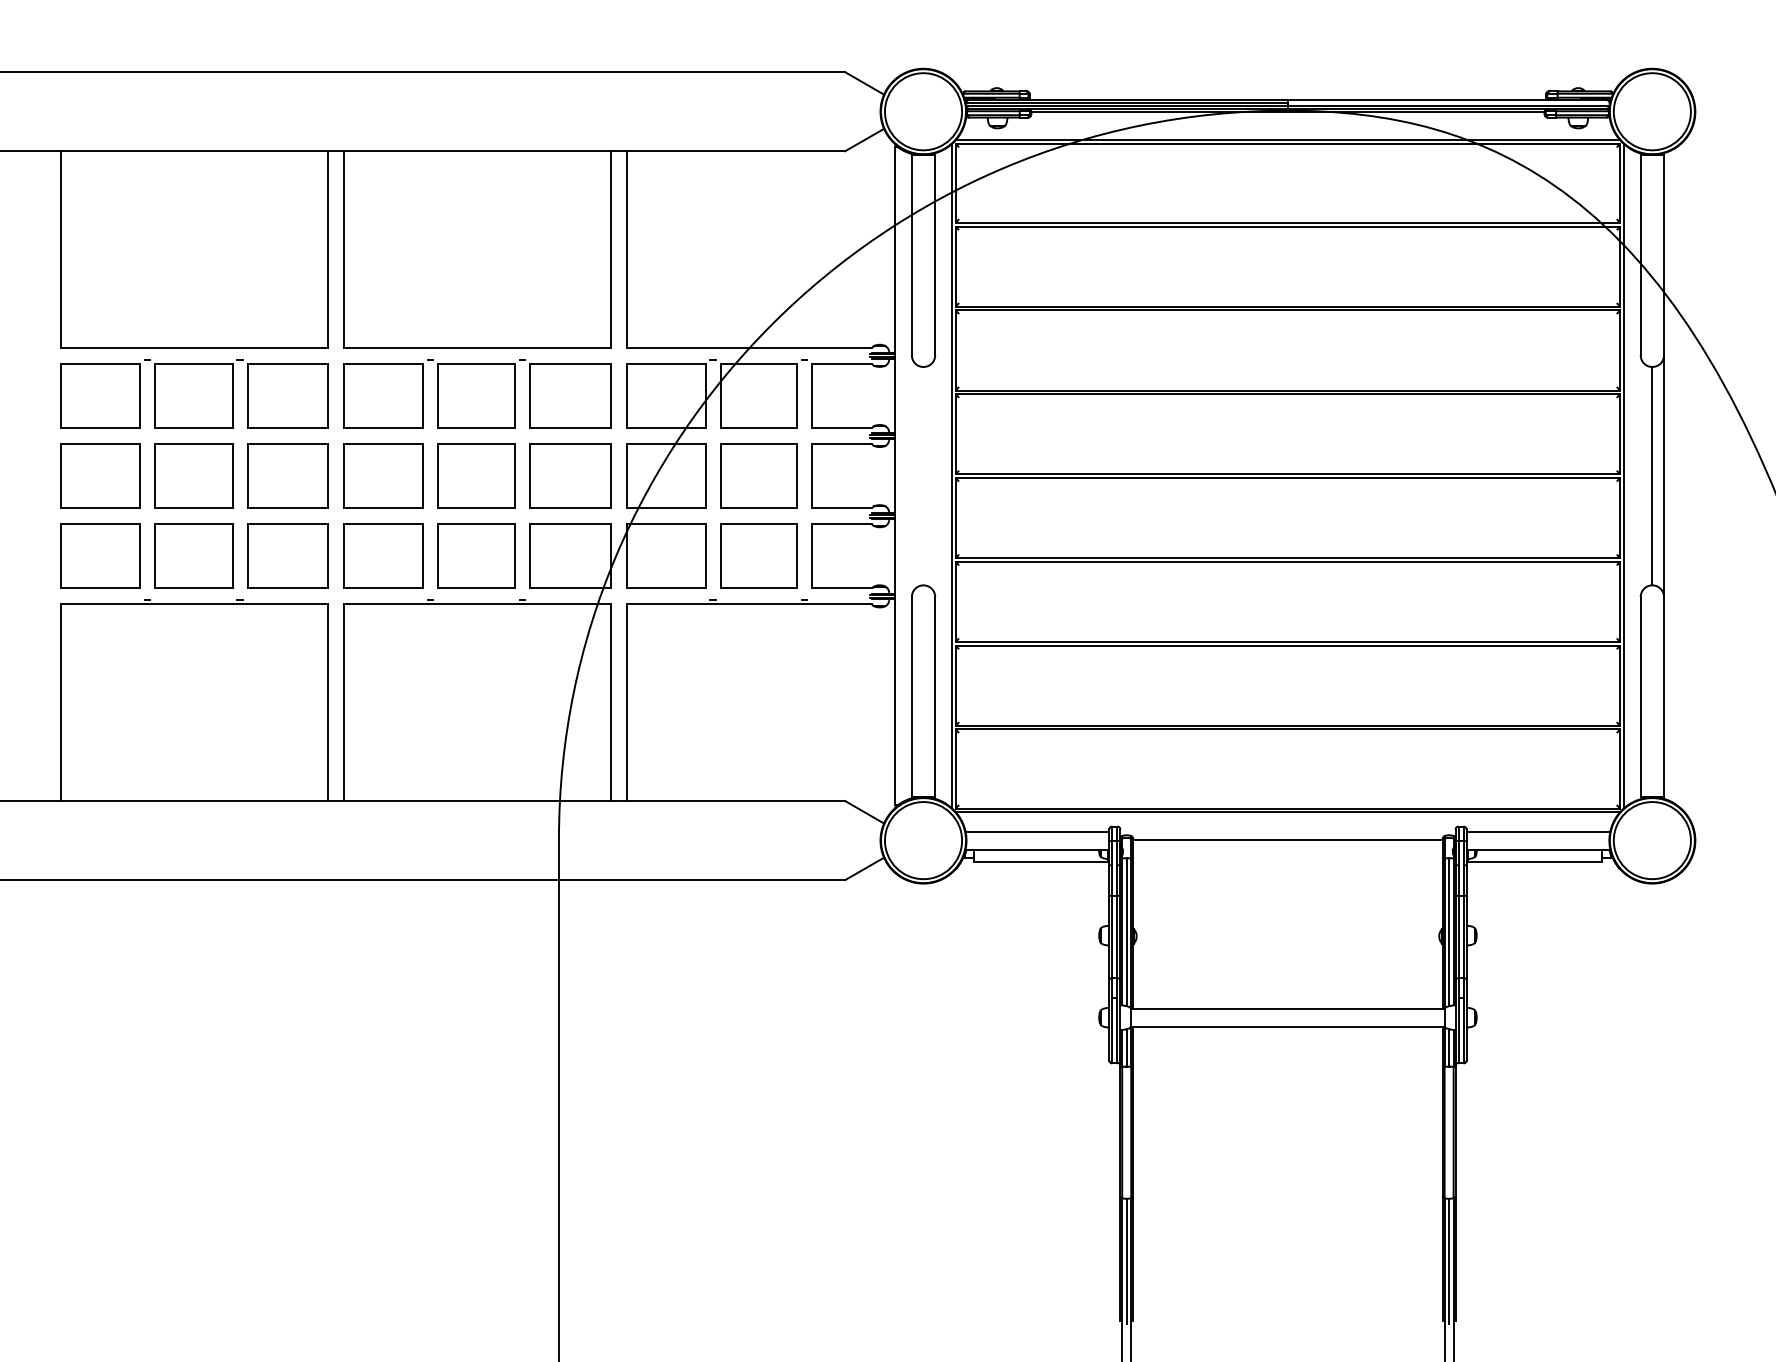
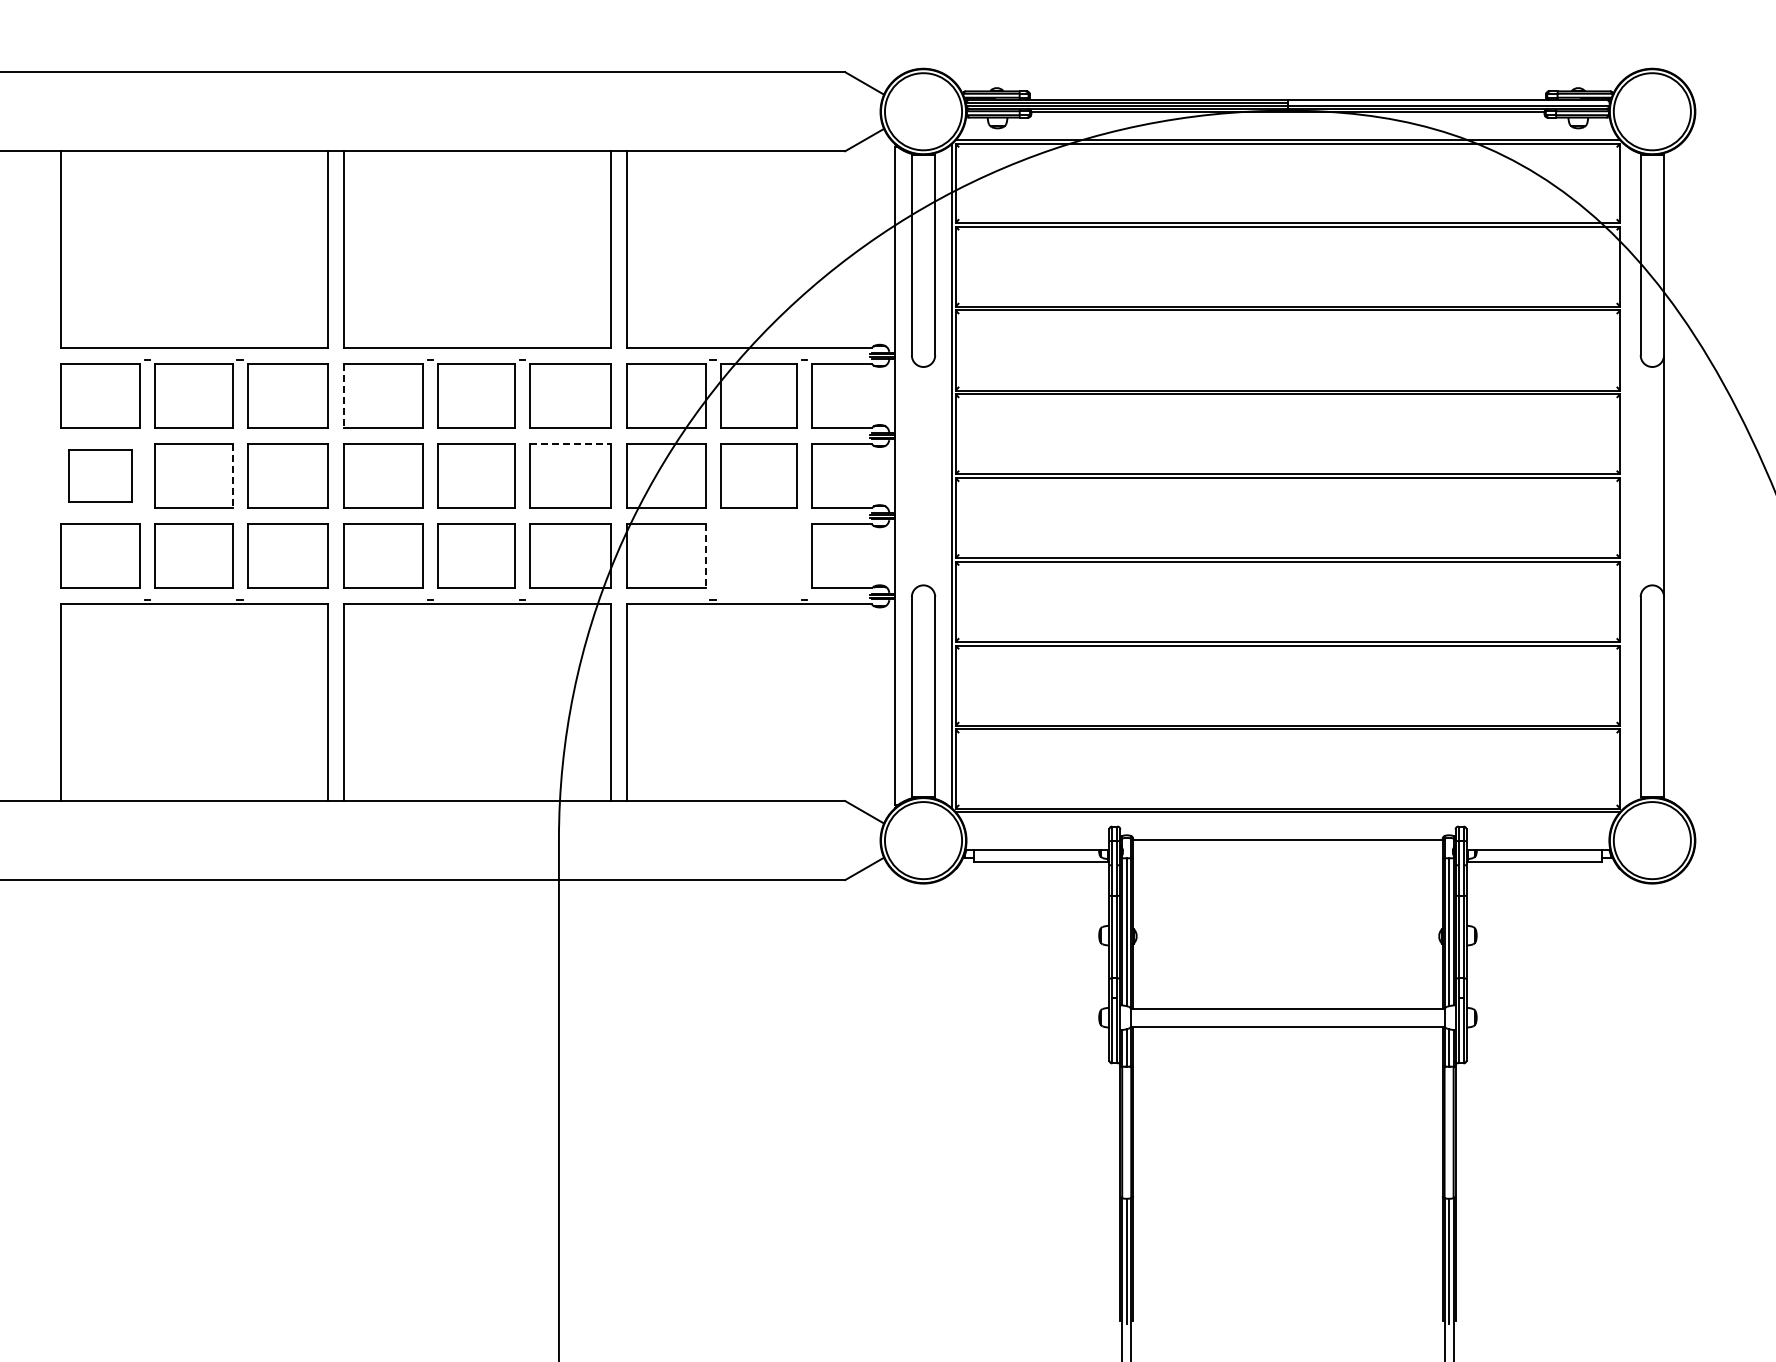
line at (343, 396): solid -> dashed
line at (570, 444): solid -> dashed
part at (100, 475) size: 81x66 px -> 65x54 px
line at (232, 476): solid -> dashed
line at (1624, 476): present -> none
line at (1652, 476): present -> none
part at (758, 555): present -> none
line at (705, 556): solid -> dashed
line at (1037, 832): present -> none
line at (1538, 832): present -> none
